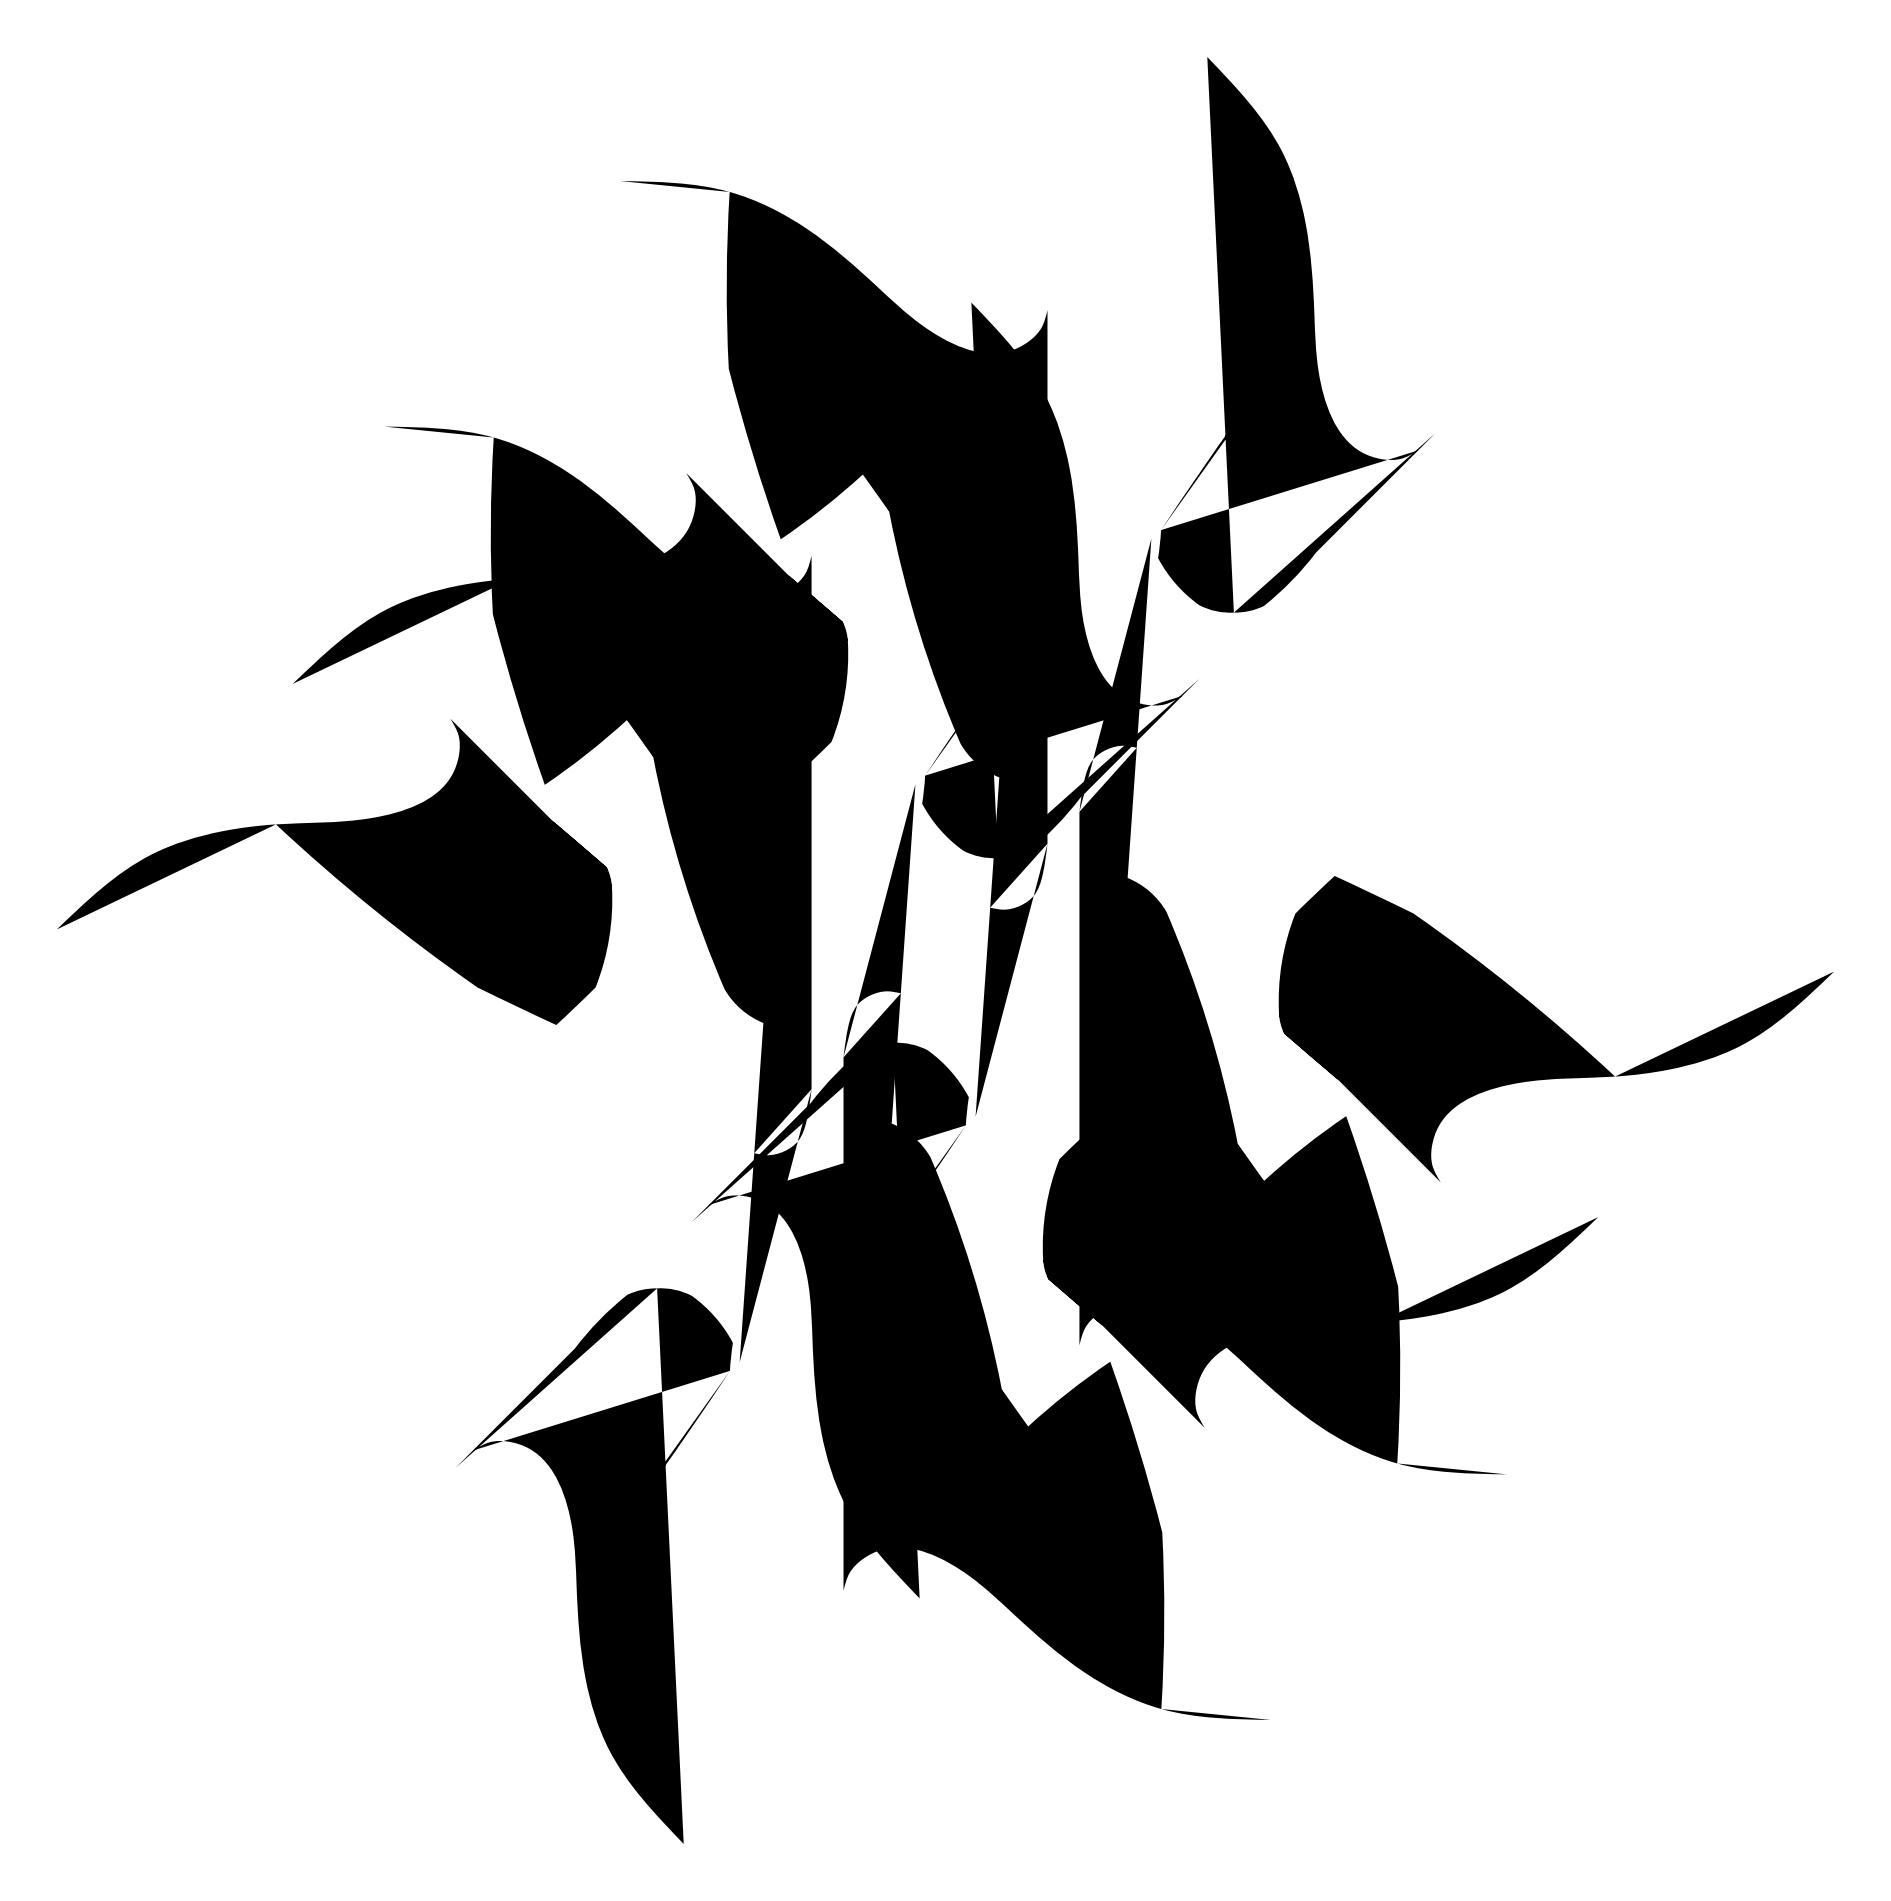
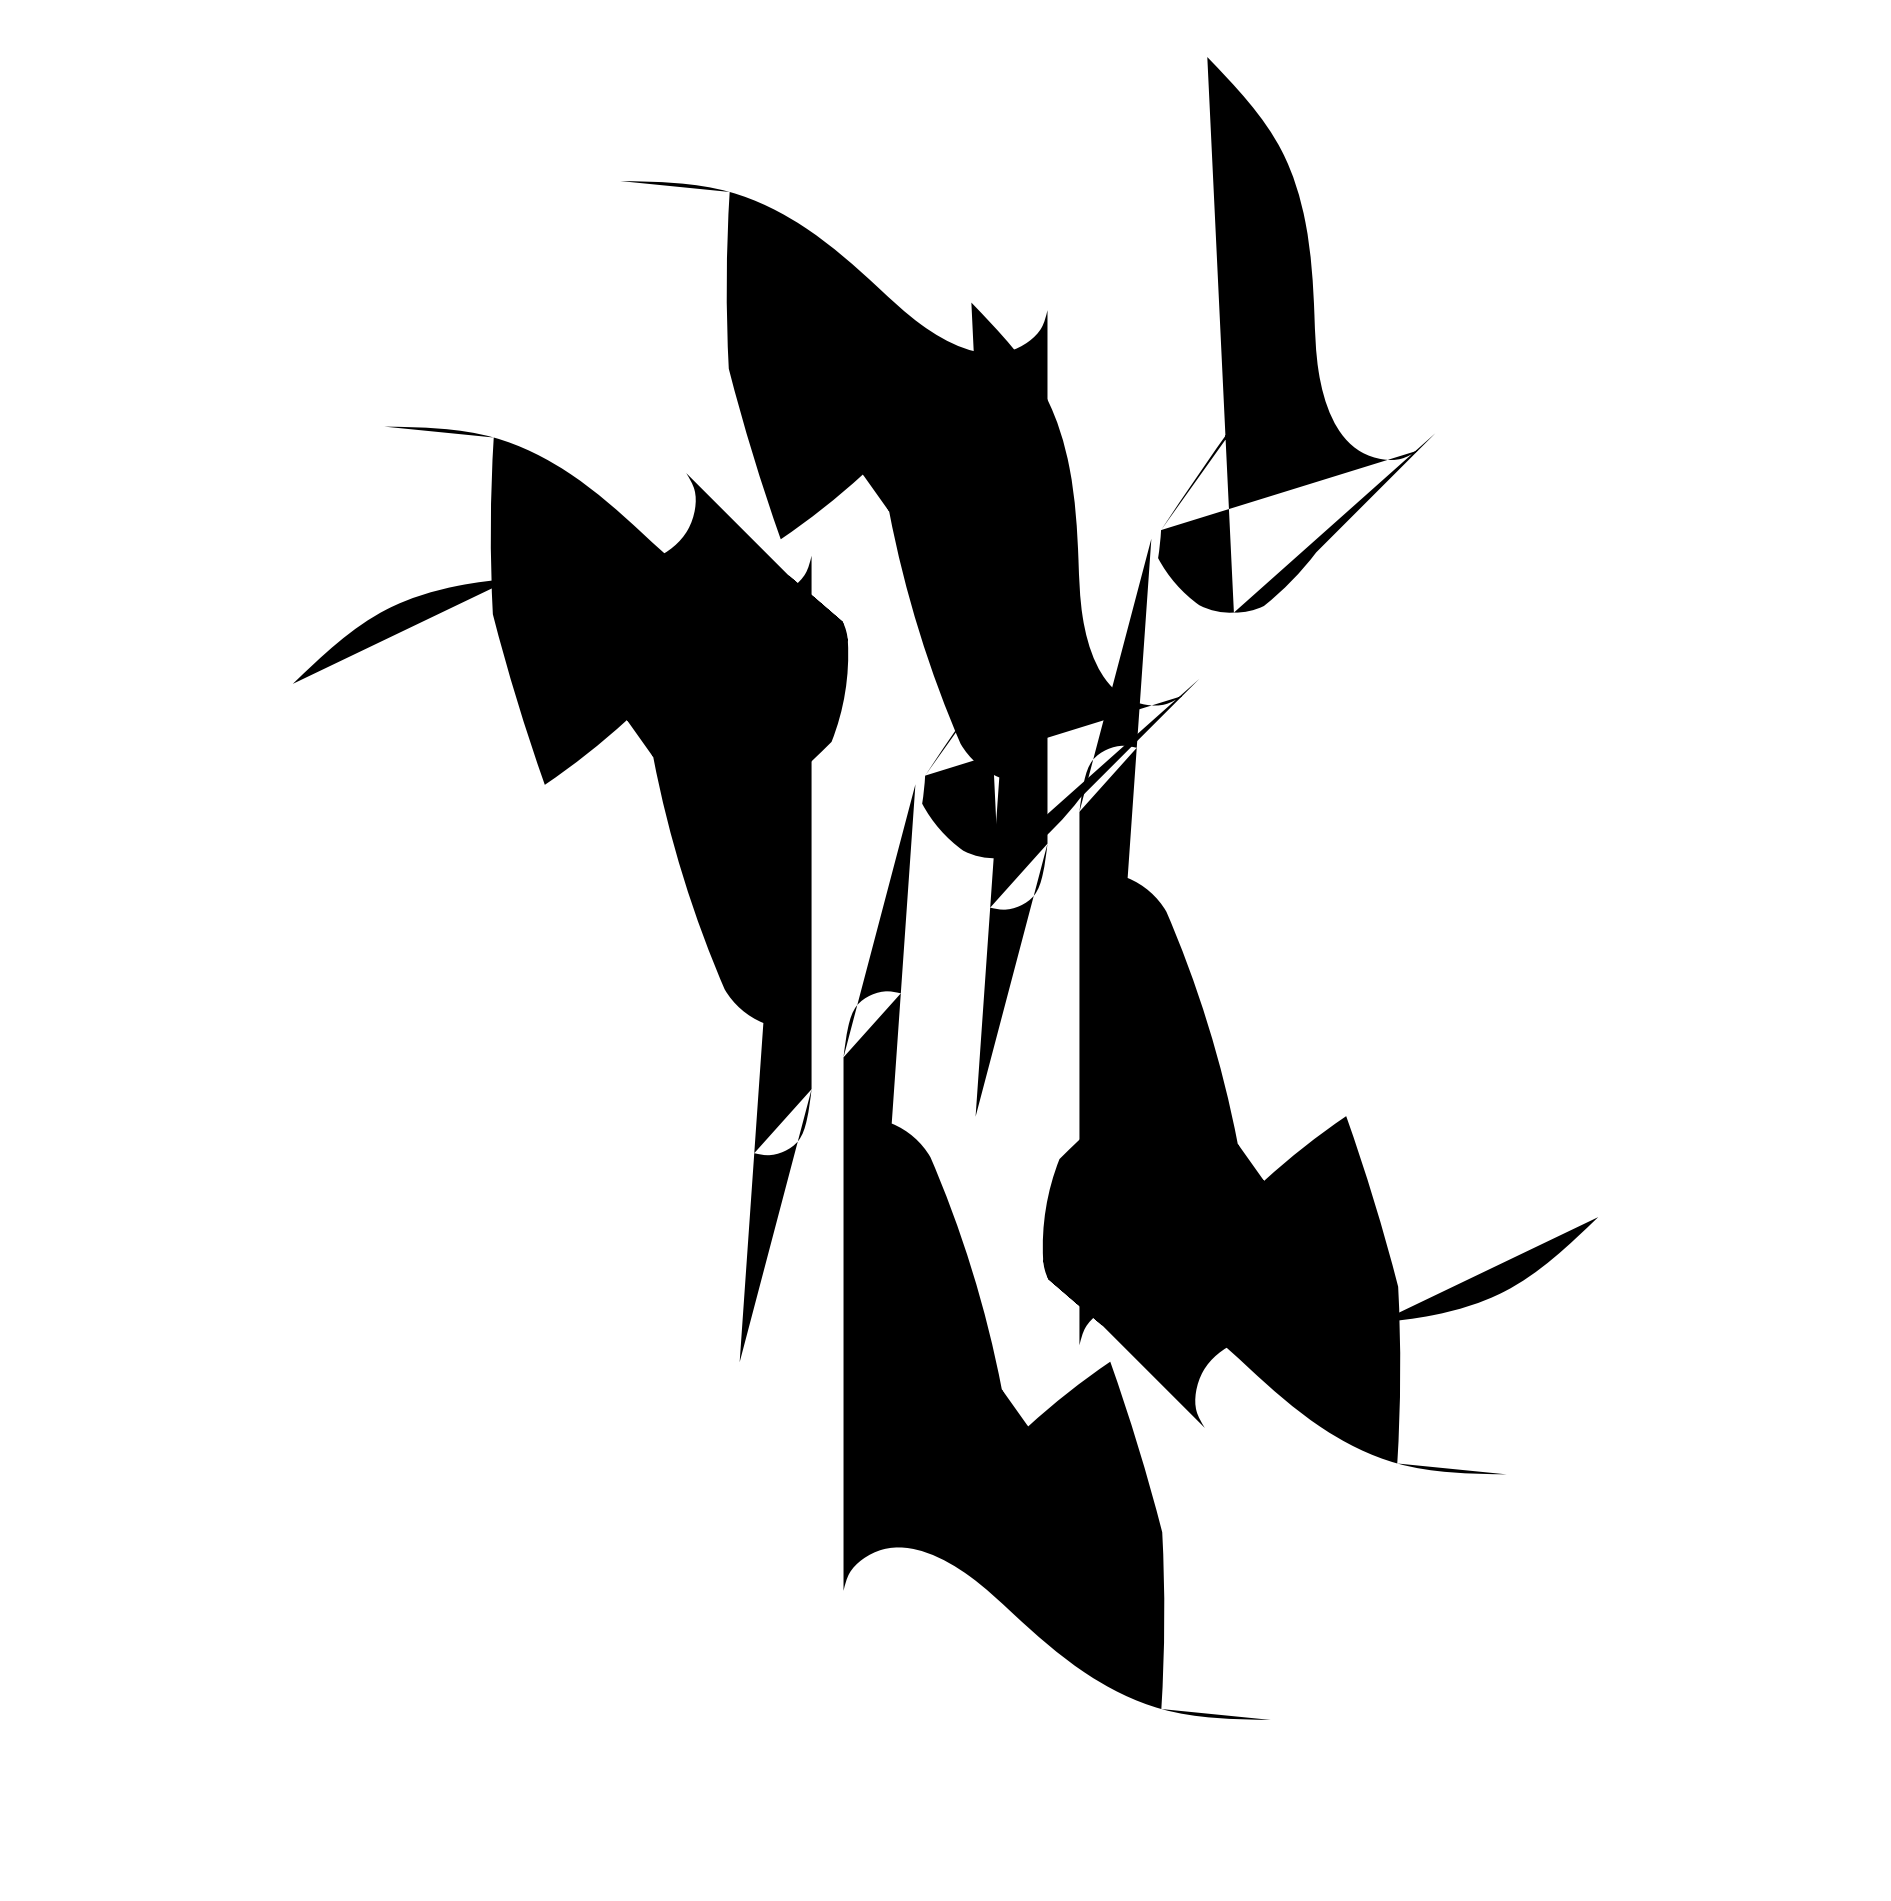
part at (334, 871): present -> none
fill at (1556, 1037): present -> none
fill at (829, 1320): present -> none
part at (595, 1565): present -> none
